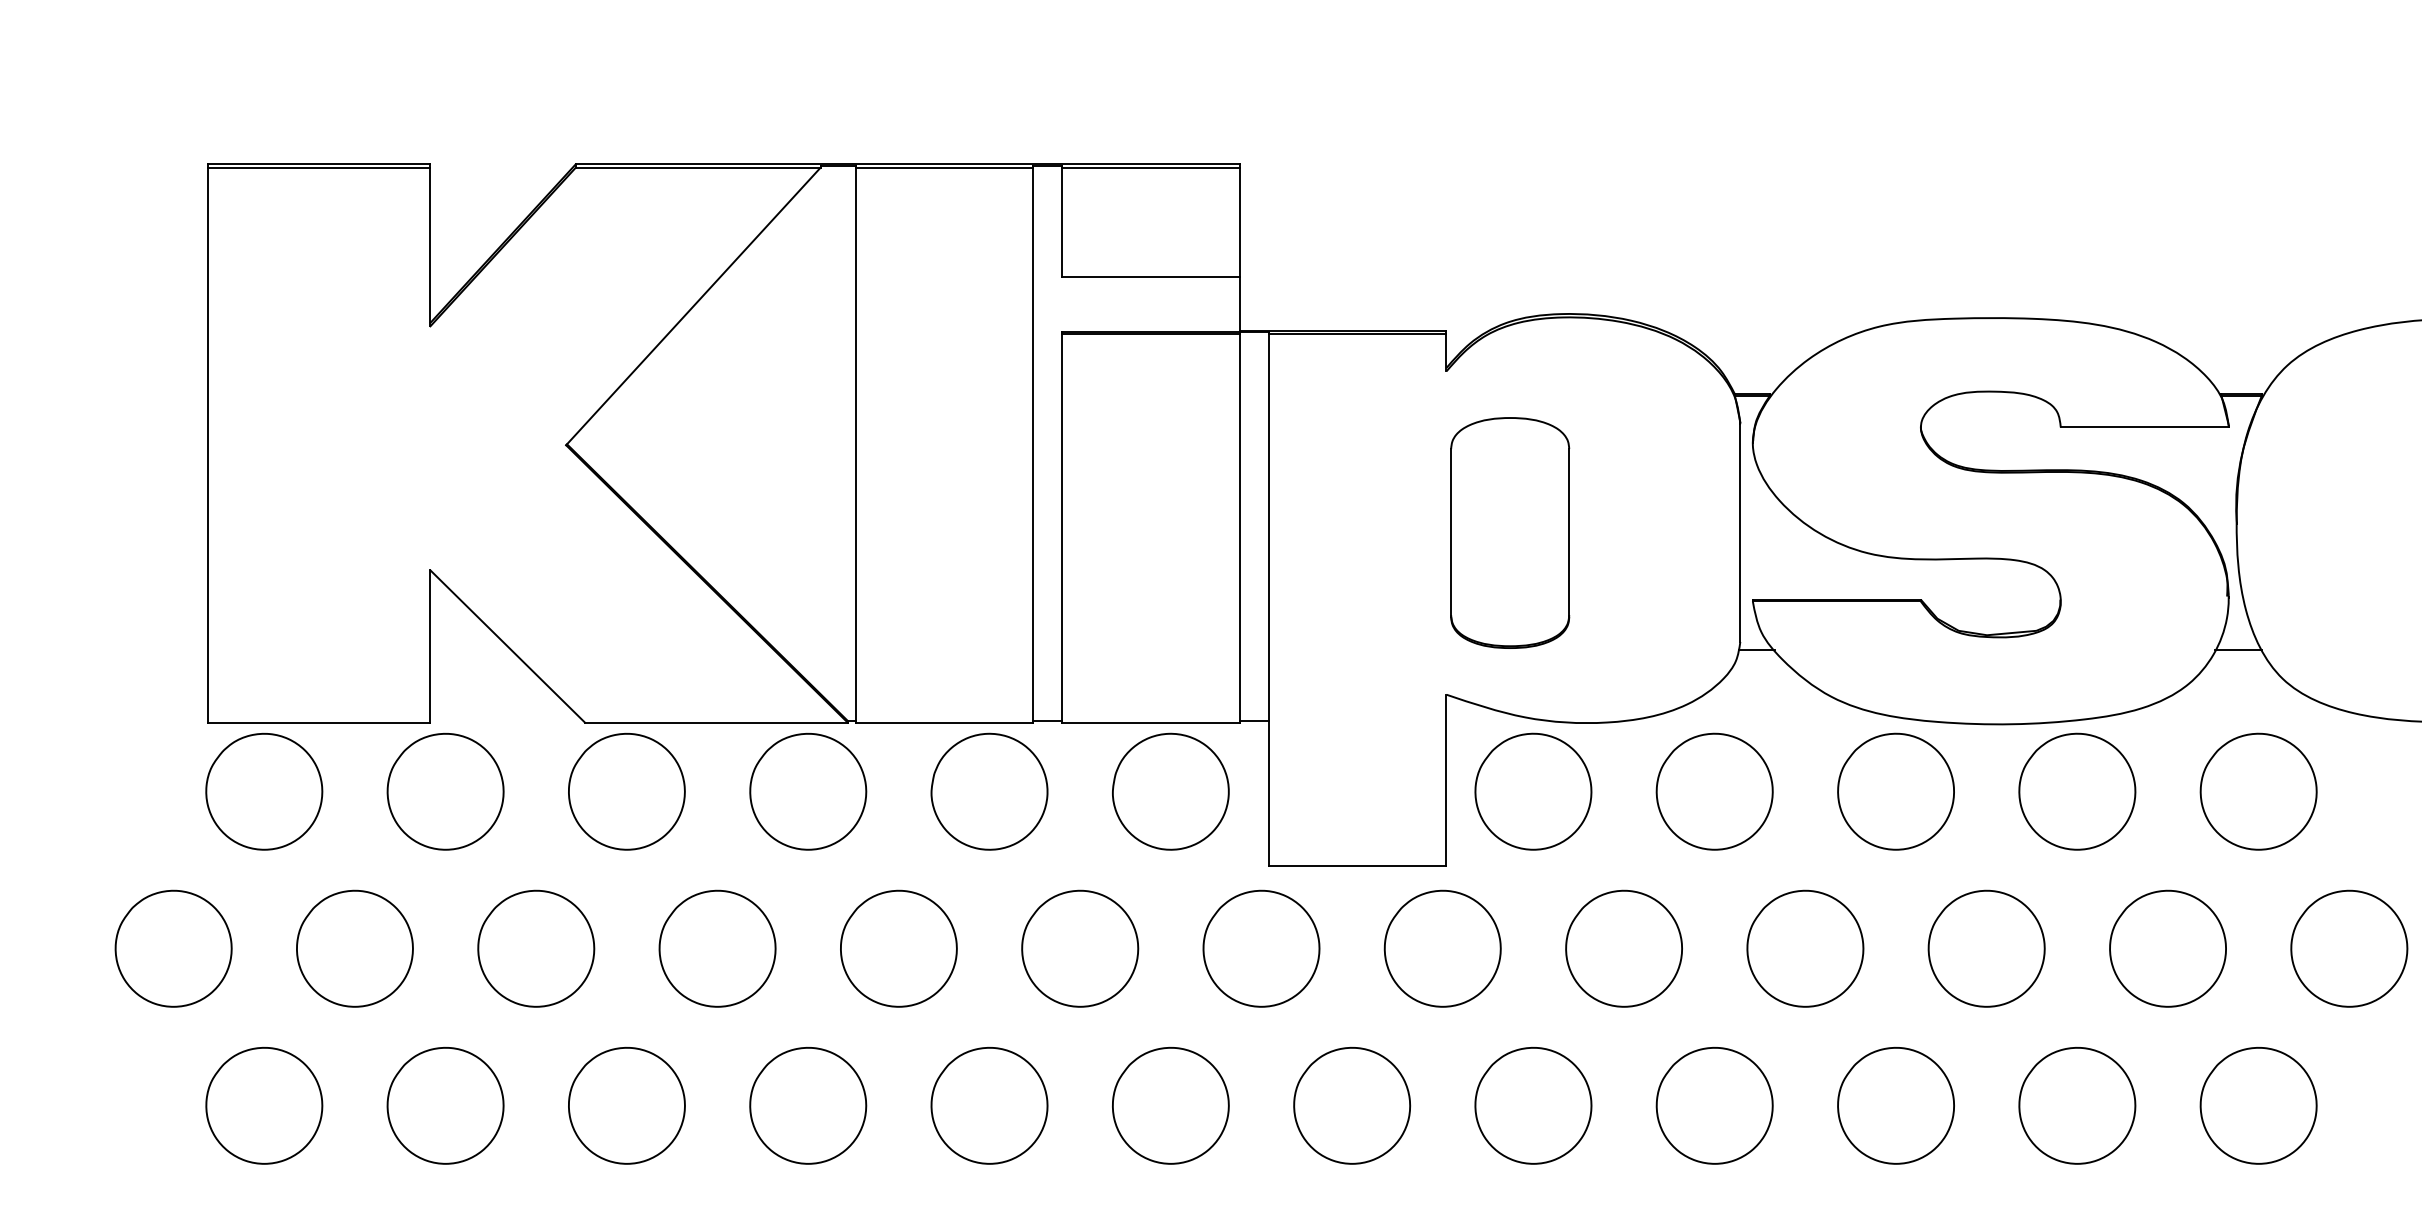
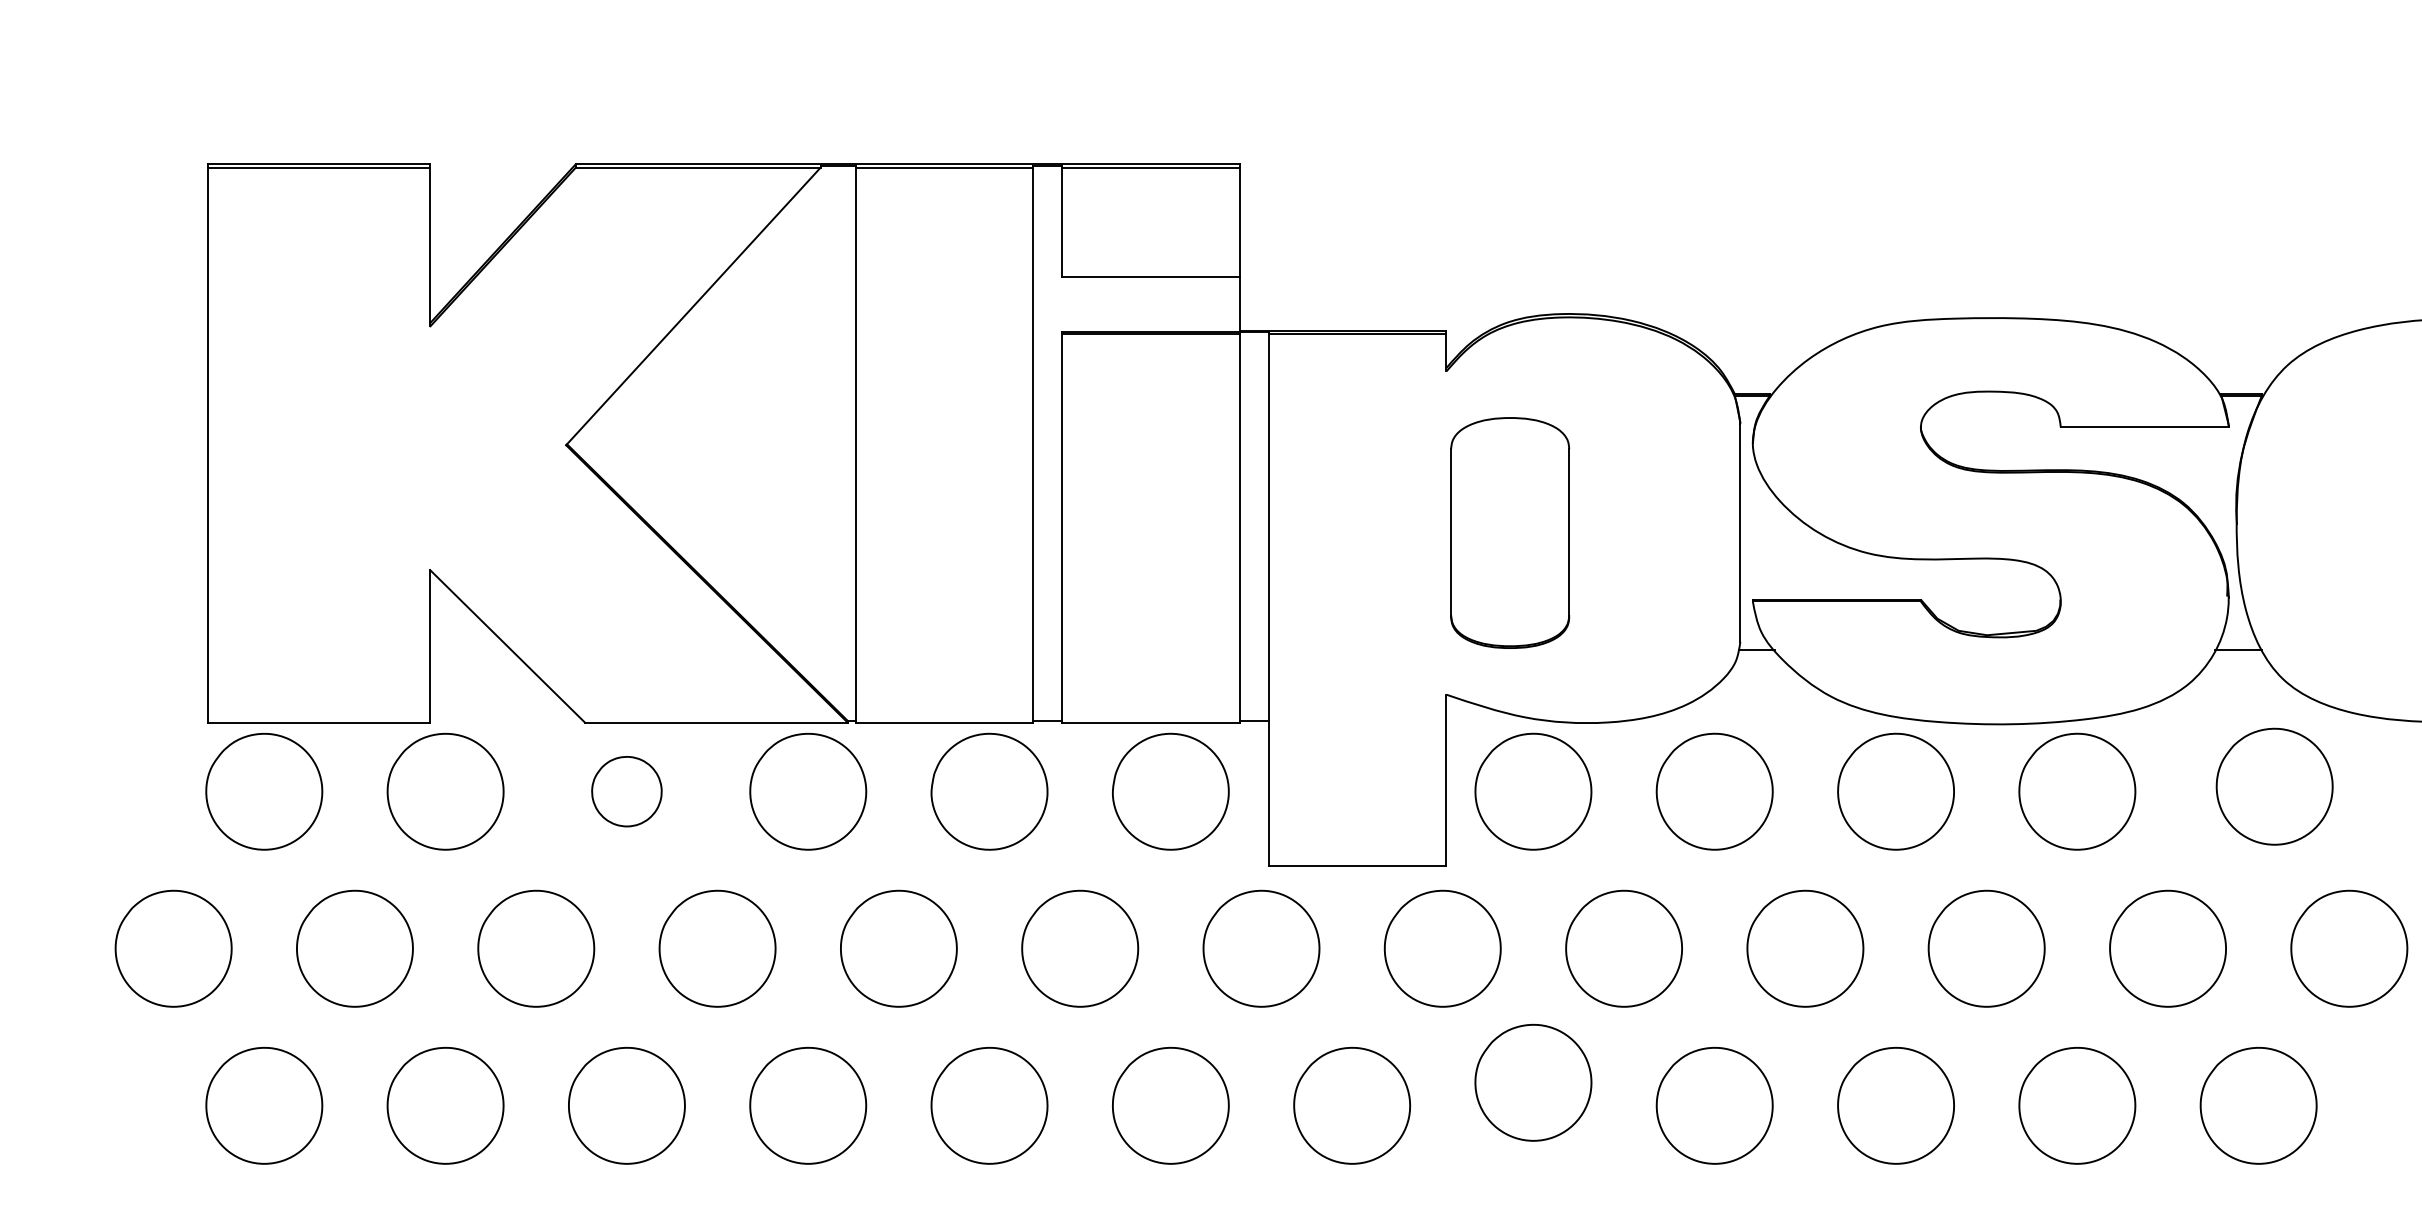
part at (626, 791) size: 118x119 px -> 72x72 px
part at (2258, 791) position: (2258, 791) -> (2274, 786)
part at (1533, 1105) position: (1533, 1105) -> (1533, 1082)
